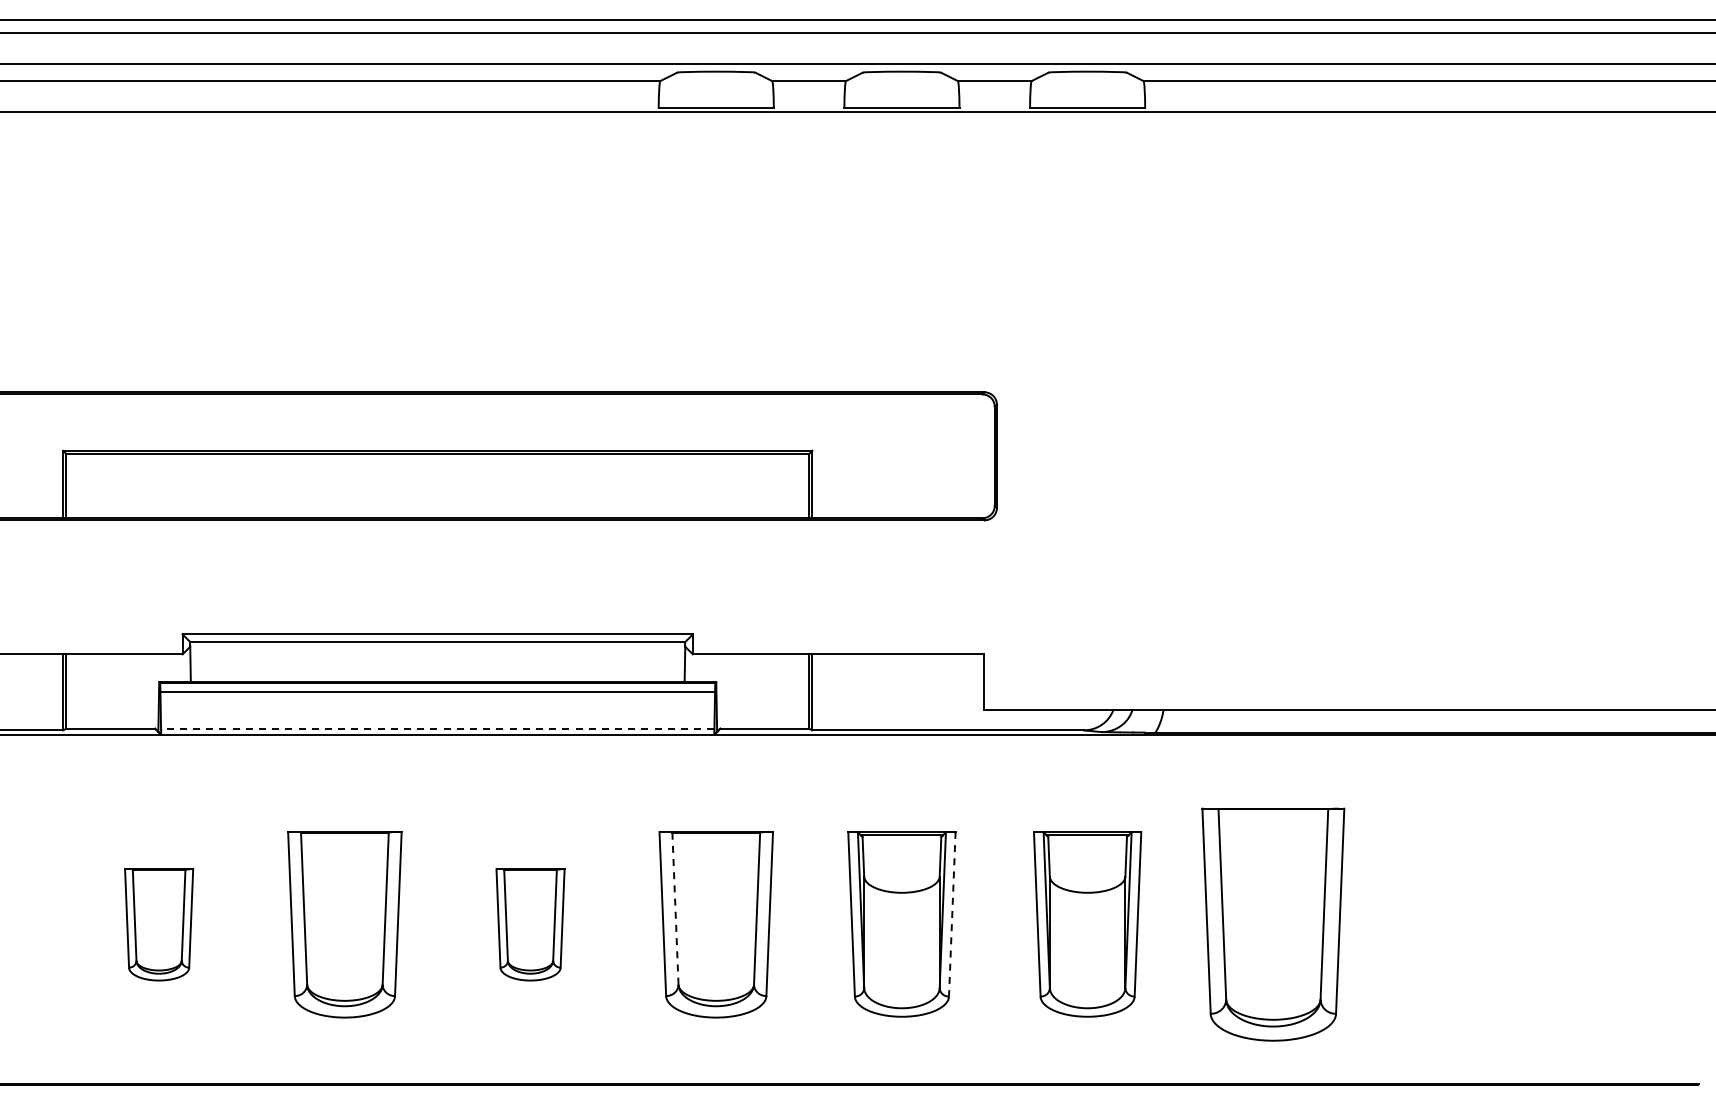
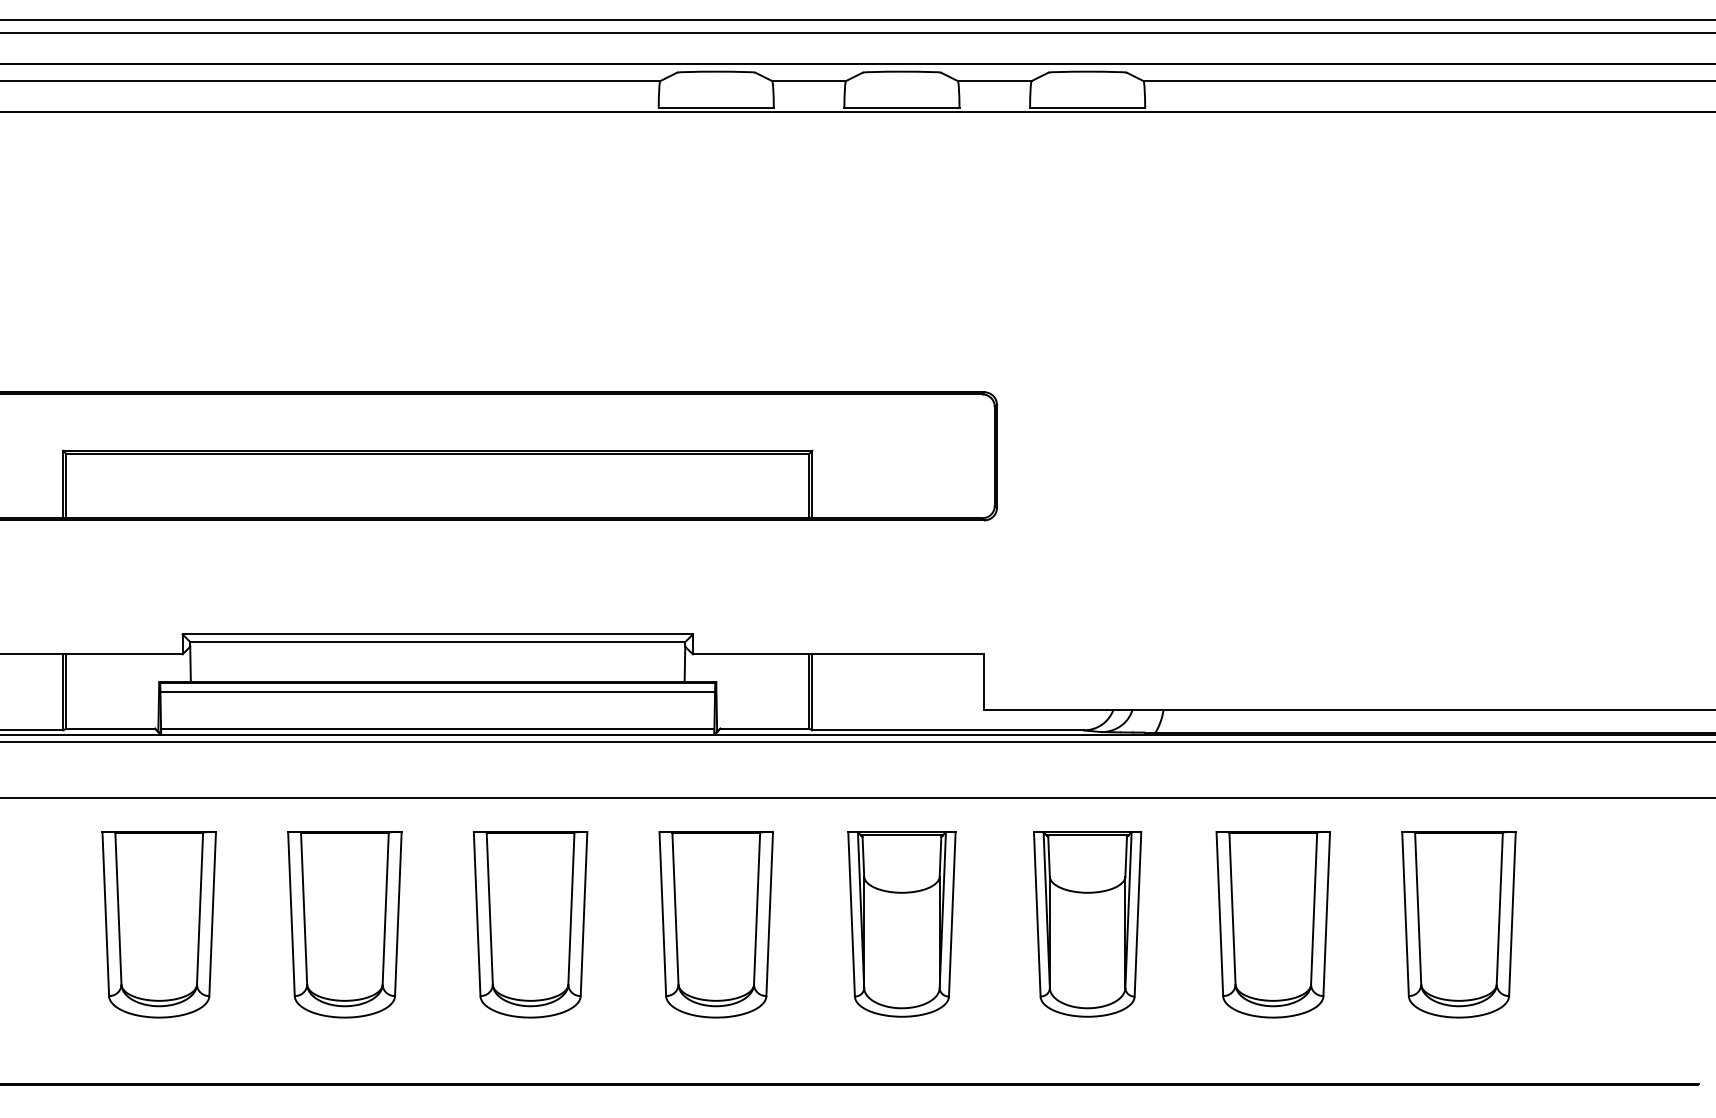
line at (437, 729): dashed -> solid
line at (857, 741): none -> present
line at (857, 798): none -> present
line at (675, 908): dashed -> solid
line at (952, 914): dashed -> solid
part at (159, 924) size: 71x114 px -> 116x188 px
part at (530, 924) size: 71x114 px -> 117x188 px
part at (1273, 924) size: 145x235 px -> 116x188 px
part at (1458, 924): none -> present
